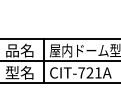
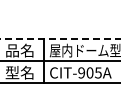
line at (60, 38): solid -> dashed
text at (89, 72): CIT-721A -> CIT-905A
